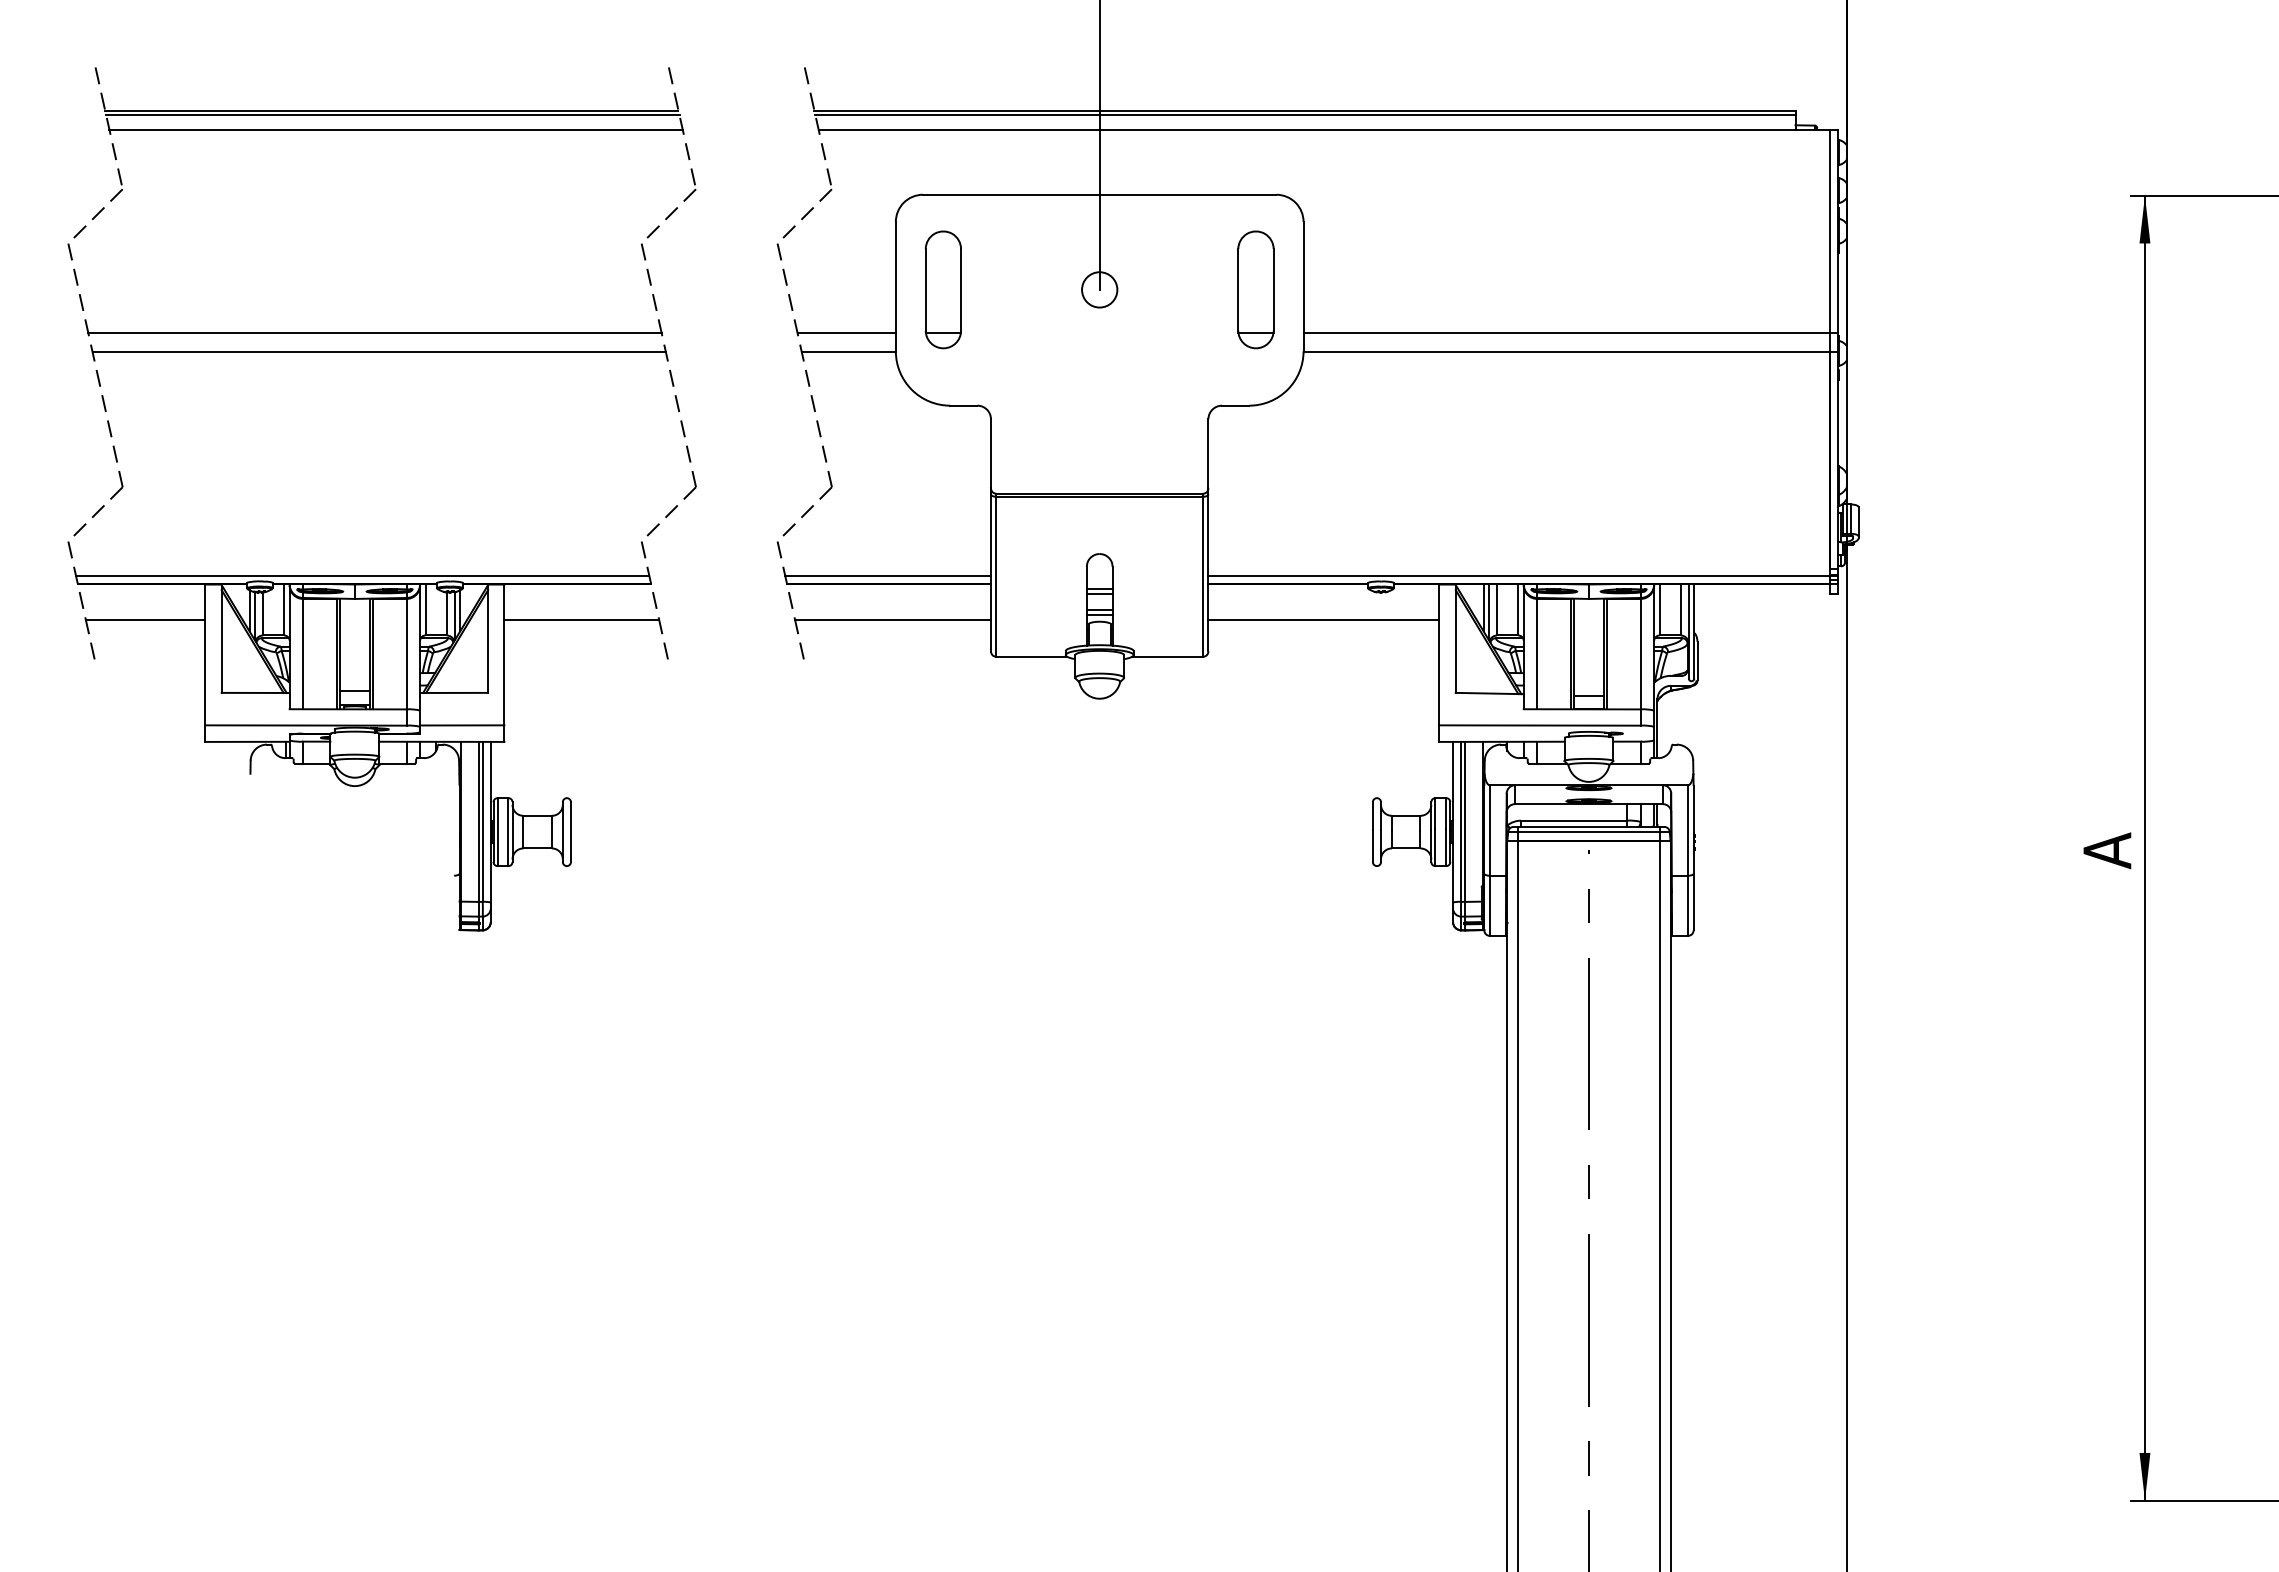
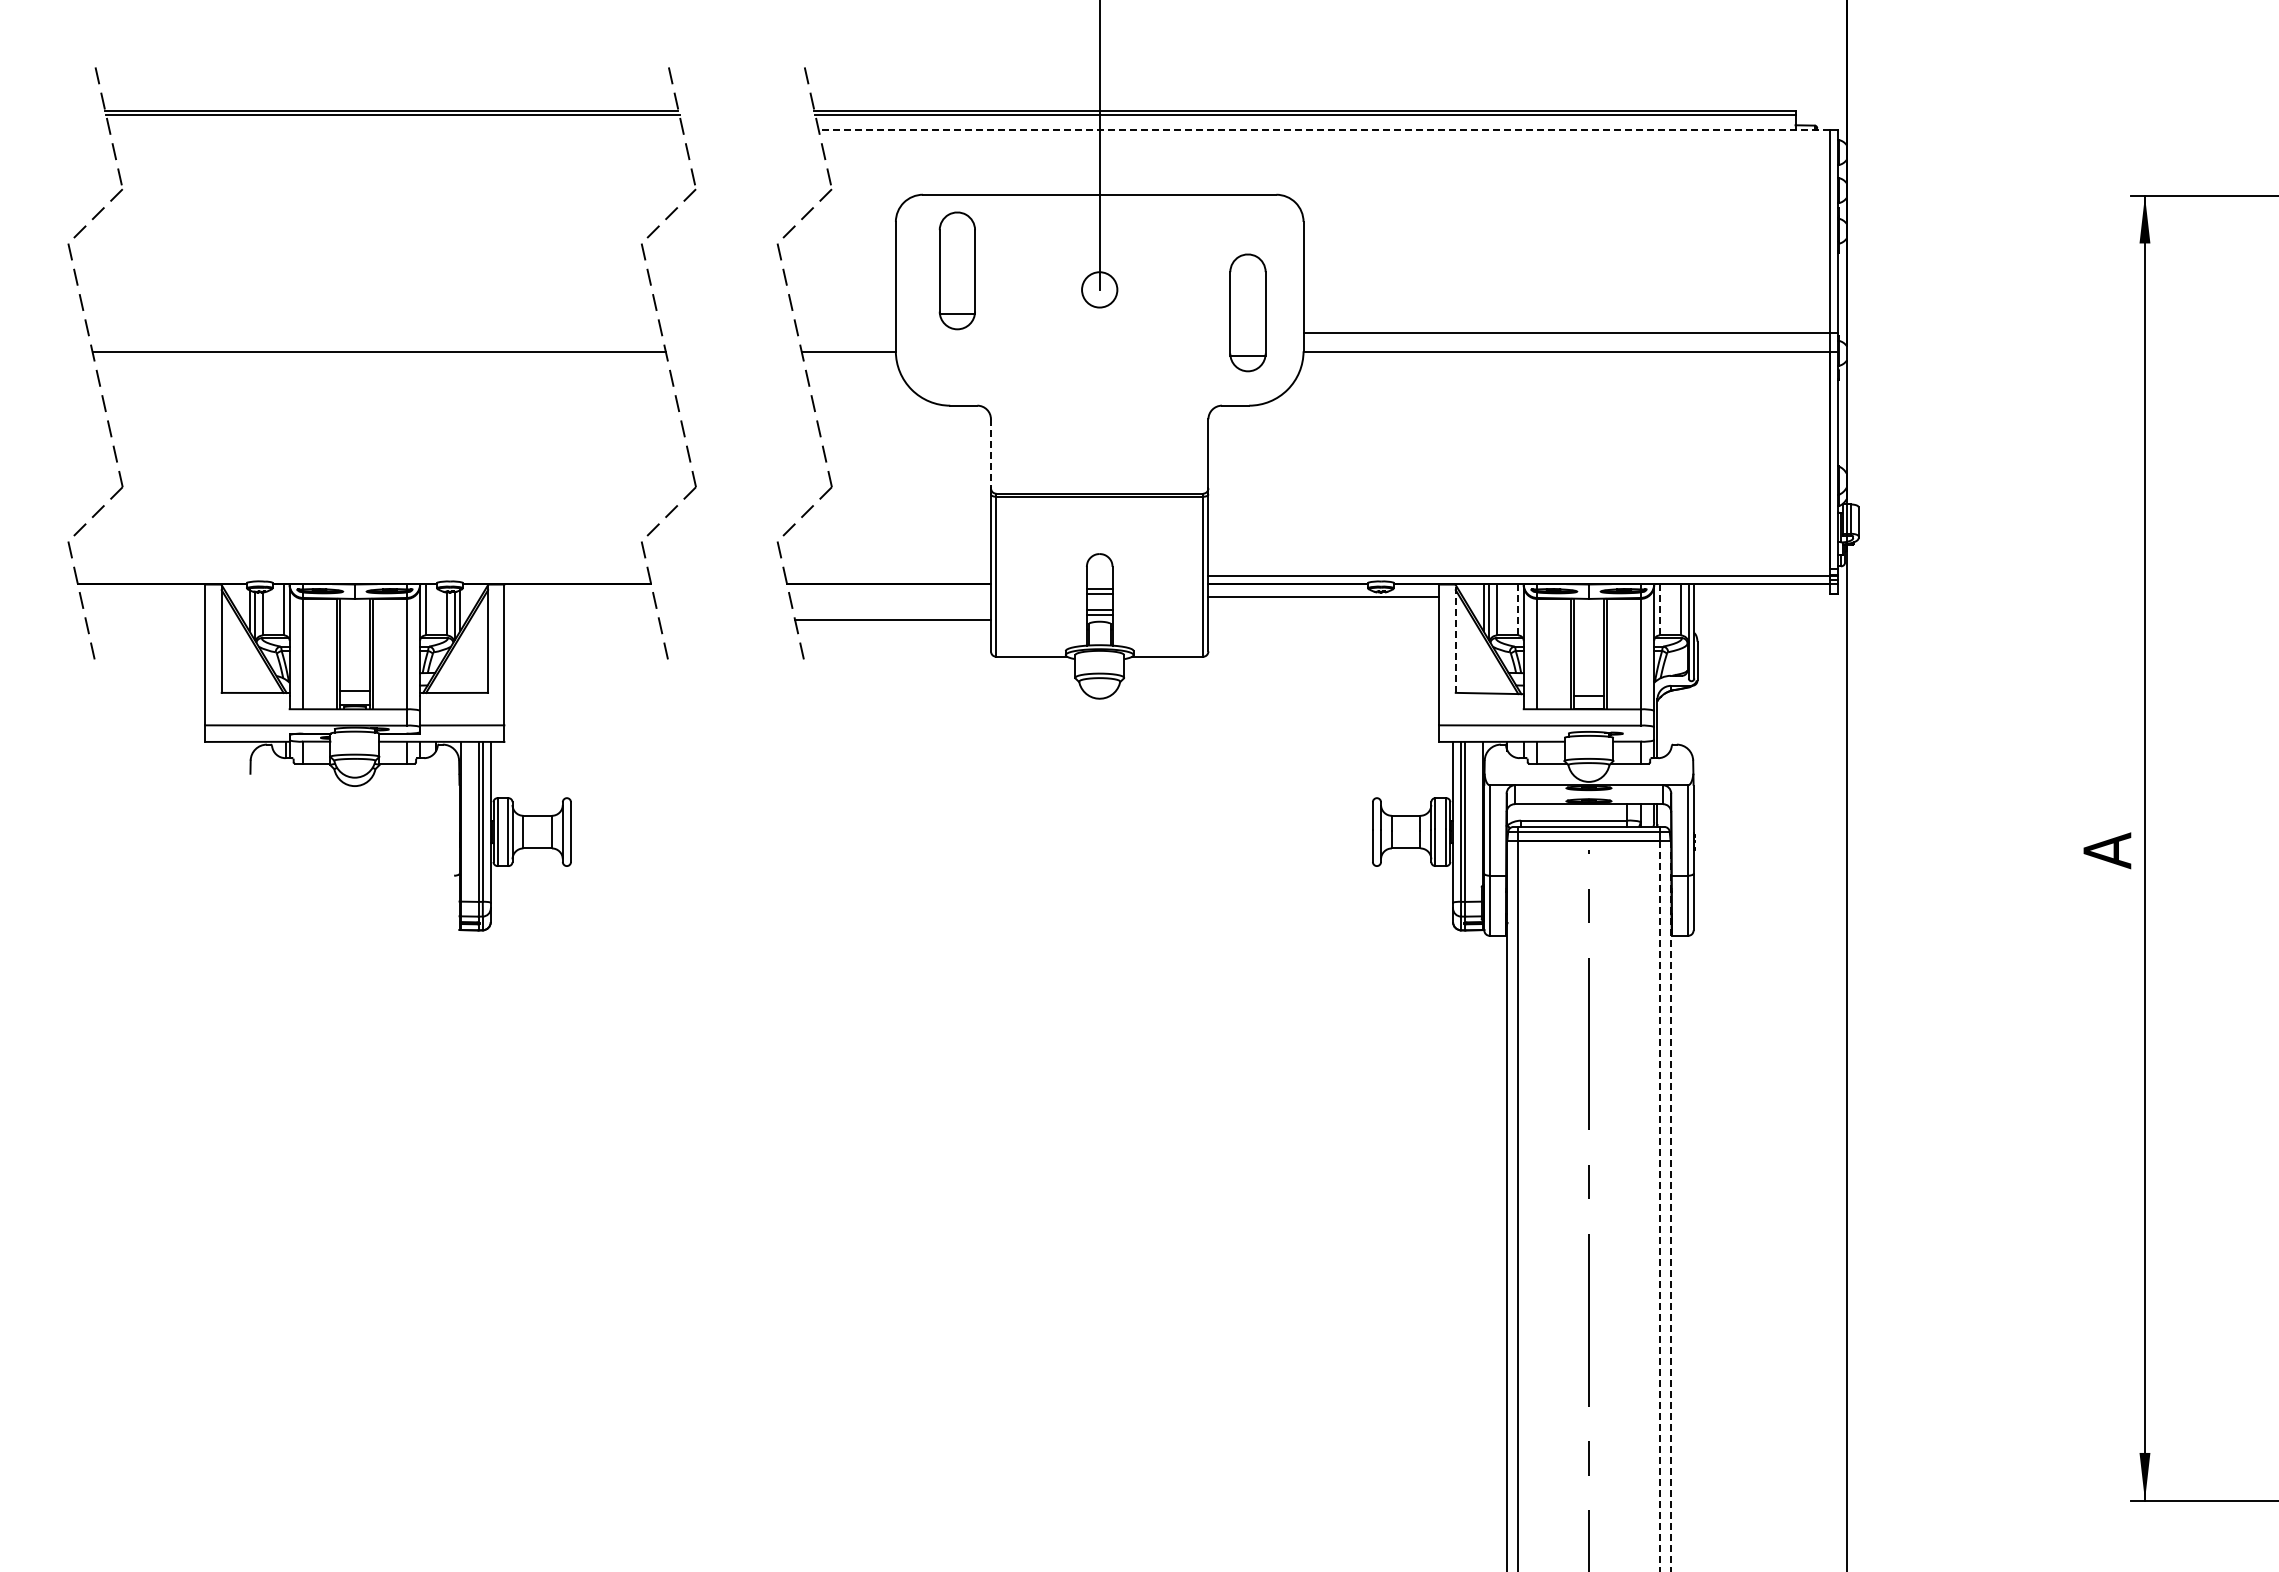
line at (395, 129): present -> none
line at (1323, 129): solid -> dashed
part at (942, 289) position: (942, 289) -> (956, 270)
part at (1255, 289) position: (1255, 289) -> (1247, 312)
line at (374, 332): present -> none
line at (846, 332): present -> none
line at (990, 453): solid -> dashed
line at (362, 575): present -> none
line at (887, 575): present -> none
line at (1518, 609): solid -> dashed
line at (1659, 609): solid -> dashed
line at (145, 620): present -> none
line at (581, 620): present -> none
line at (1323, 620) position: (1323, 620) -> (1323, 597)
line at (1455, 638): solid -> dashed
line at (1659, 1206): solid -> dashed
line at (1670, 1206): solid -> dashed
